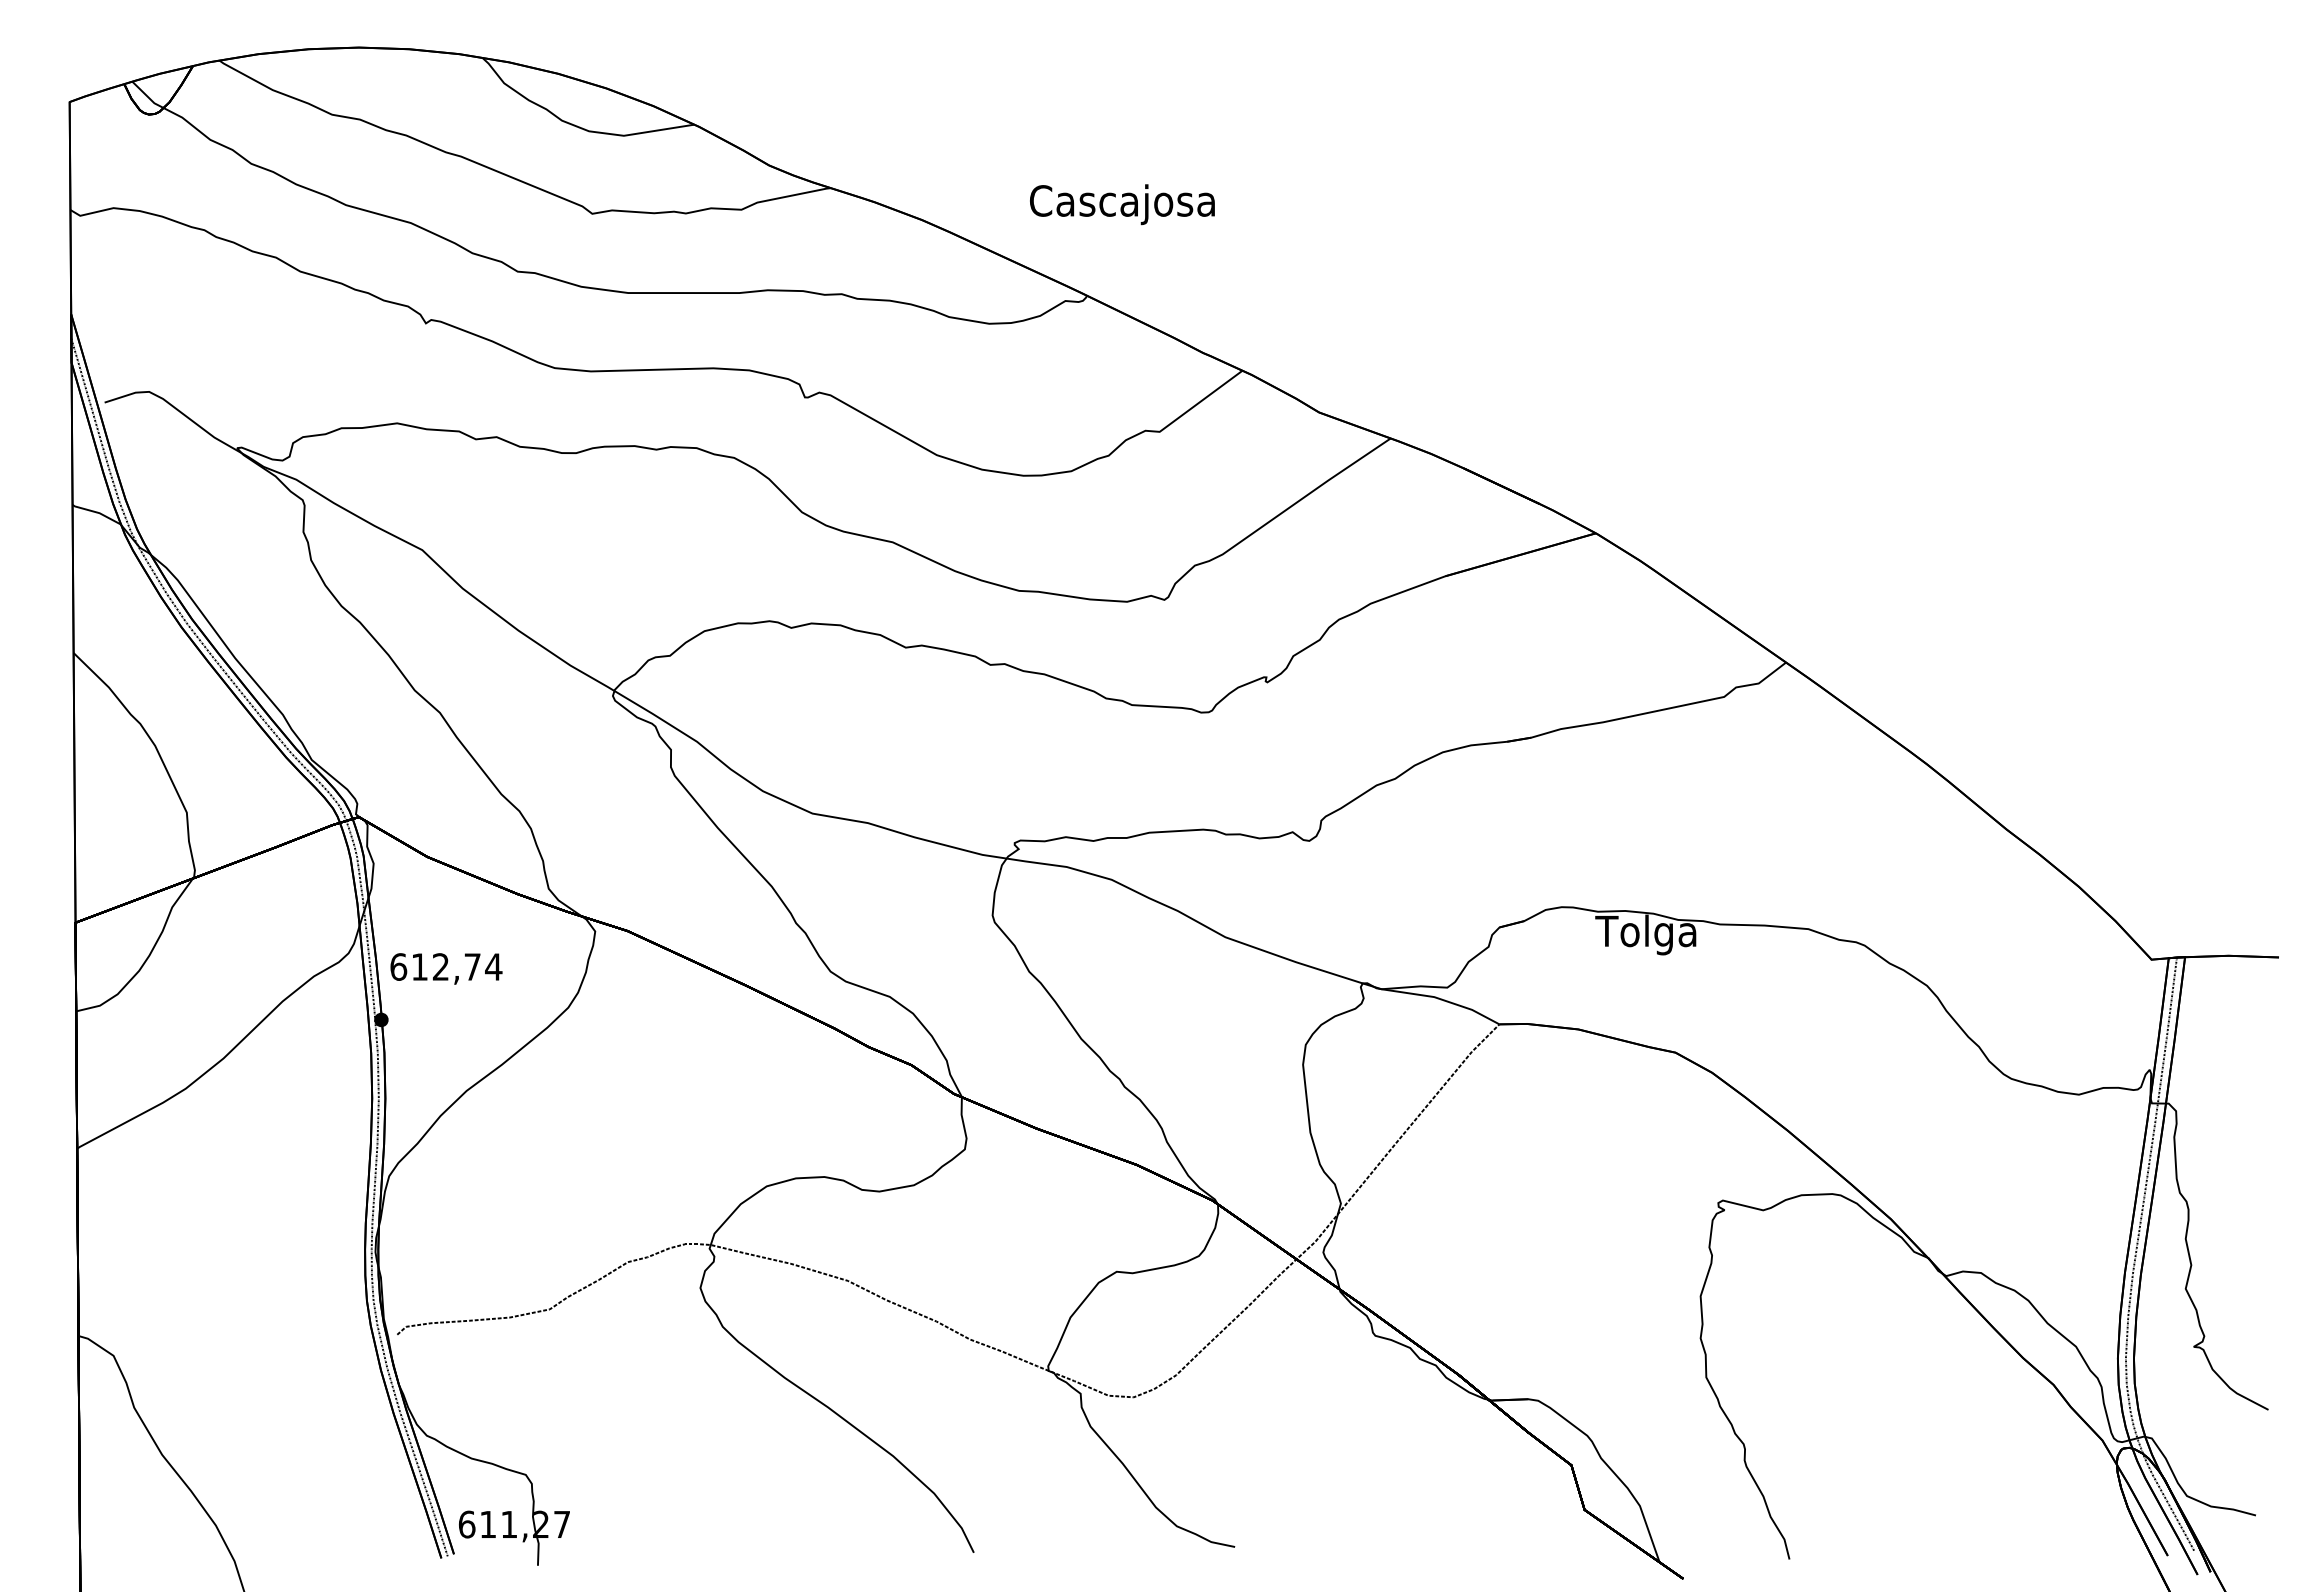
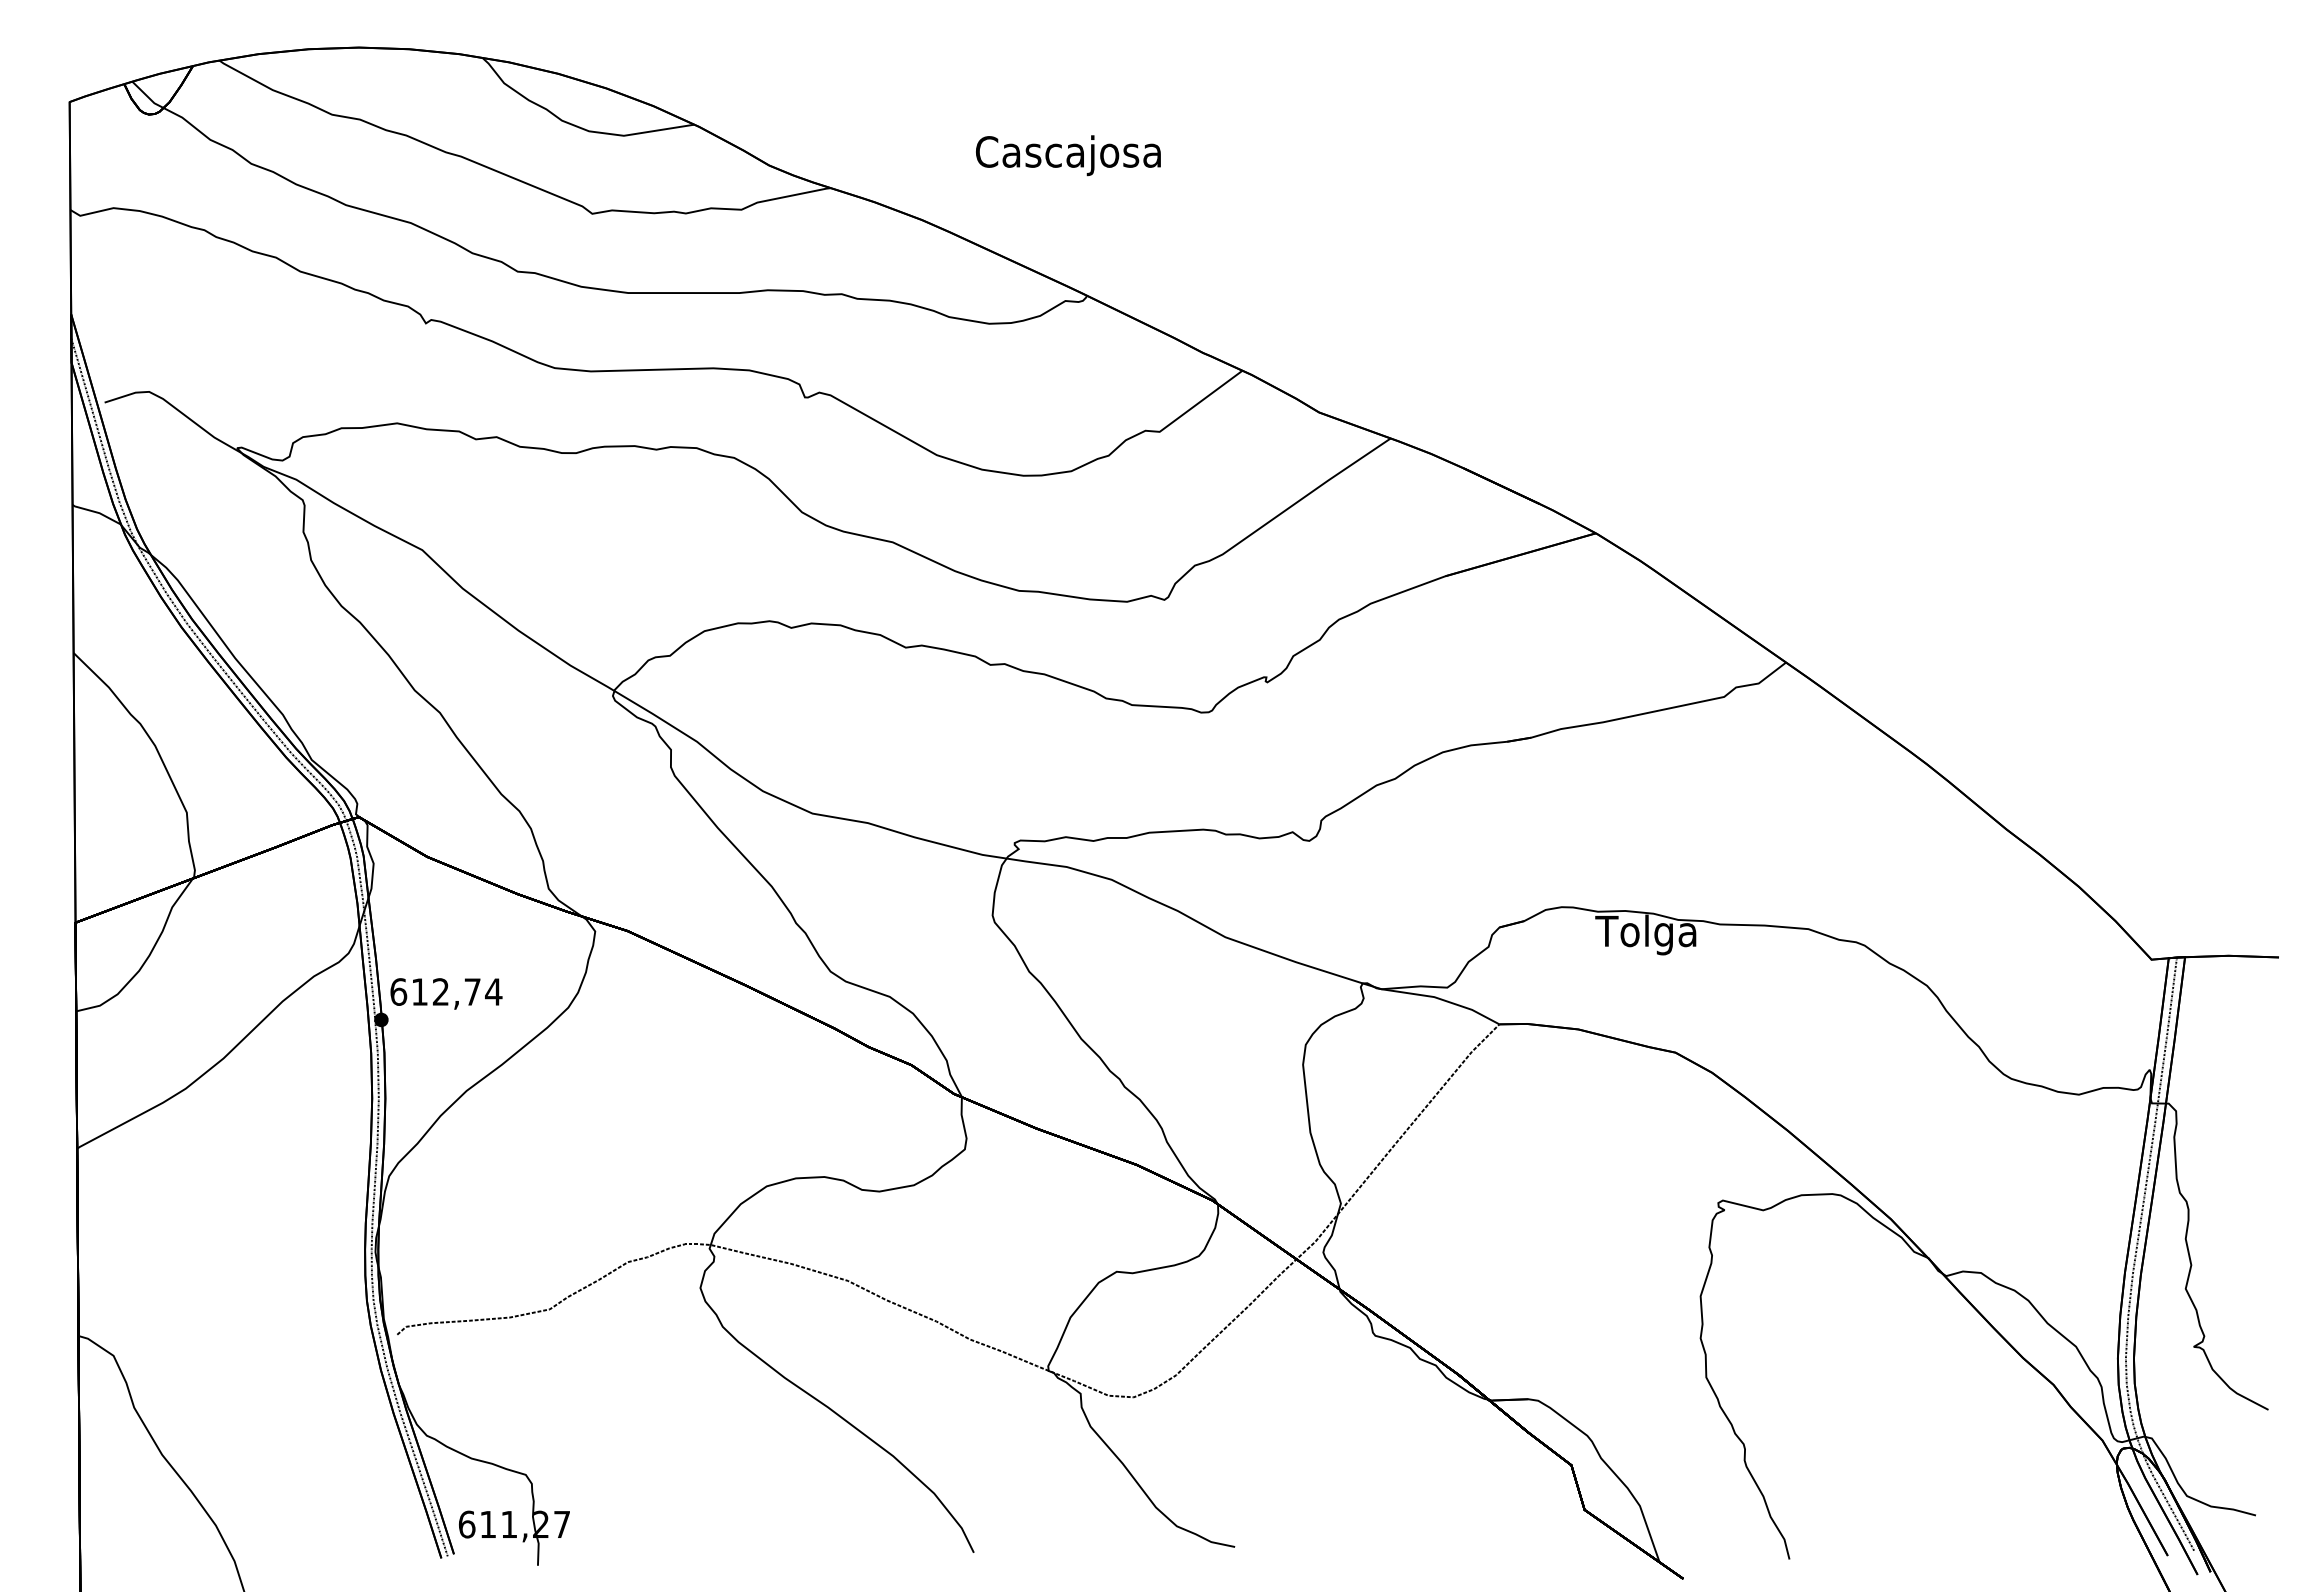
text at (1122, 204) position: (1122, 204) -> (1068, 155)
text at (446, 968) position: (446, 968) -> (446, 993)
